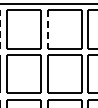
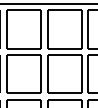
line at (0, 29): dashed -> solid
line at (47, 30): dashed -> solid
